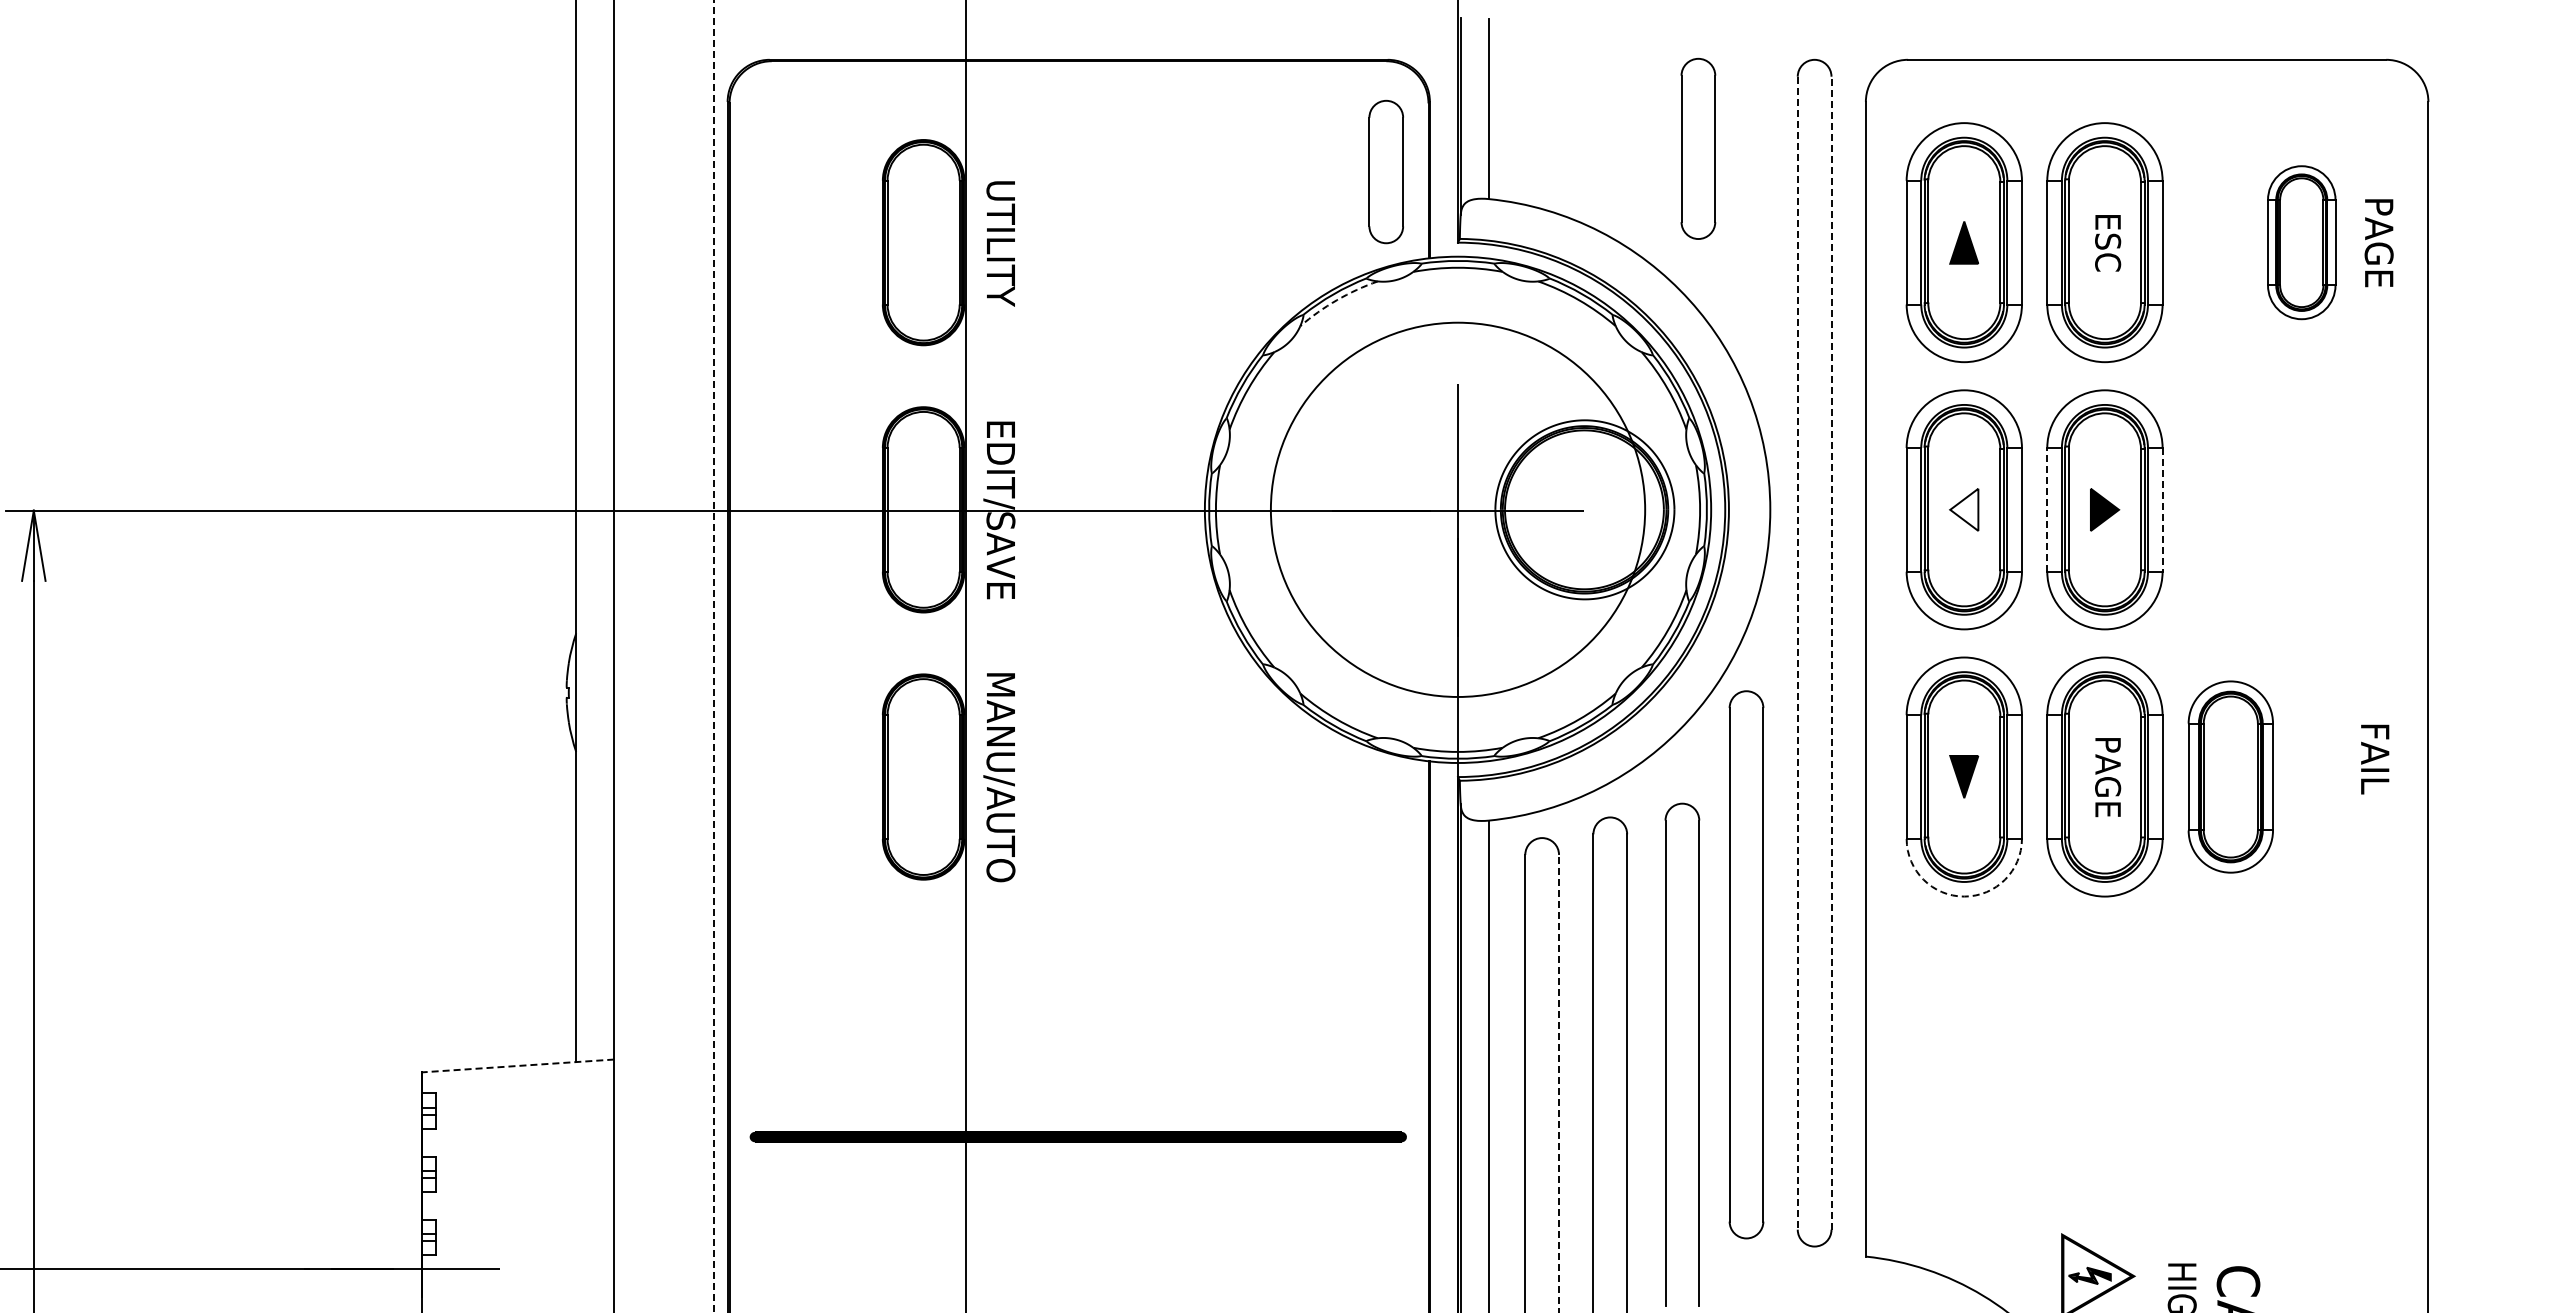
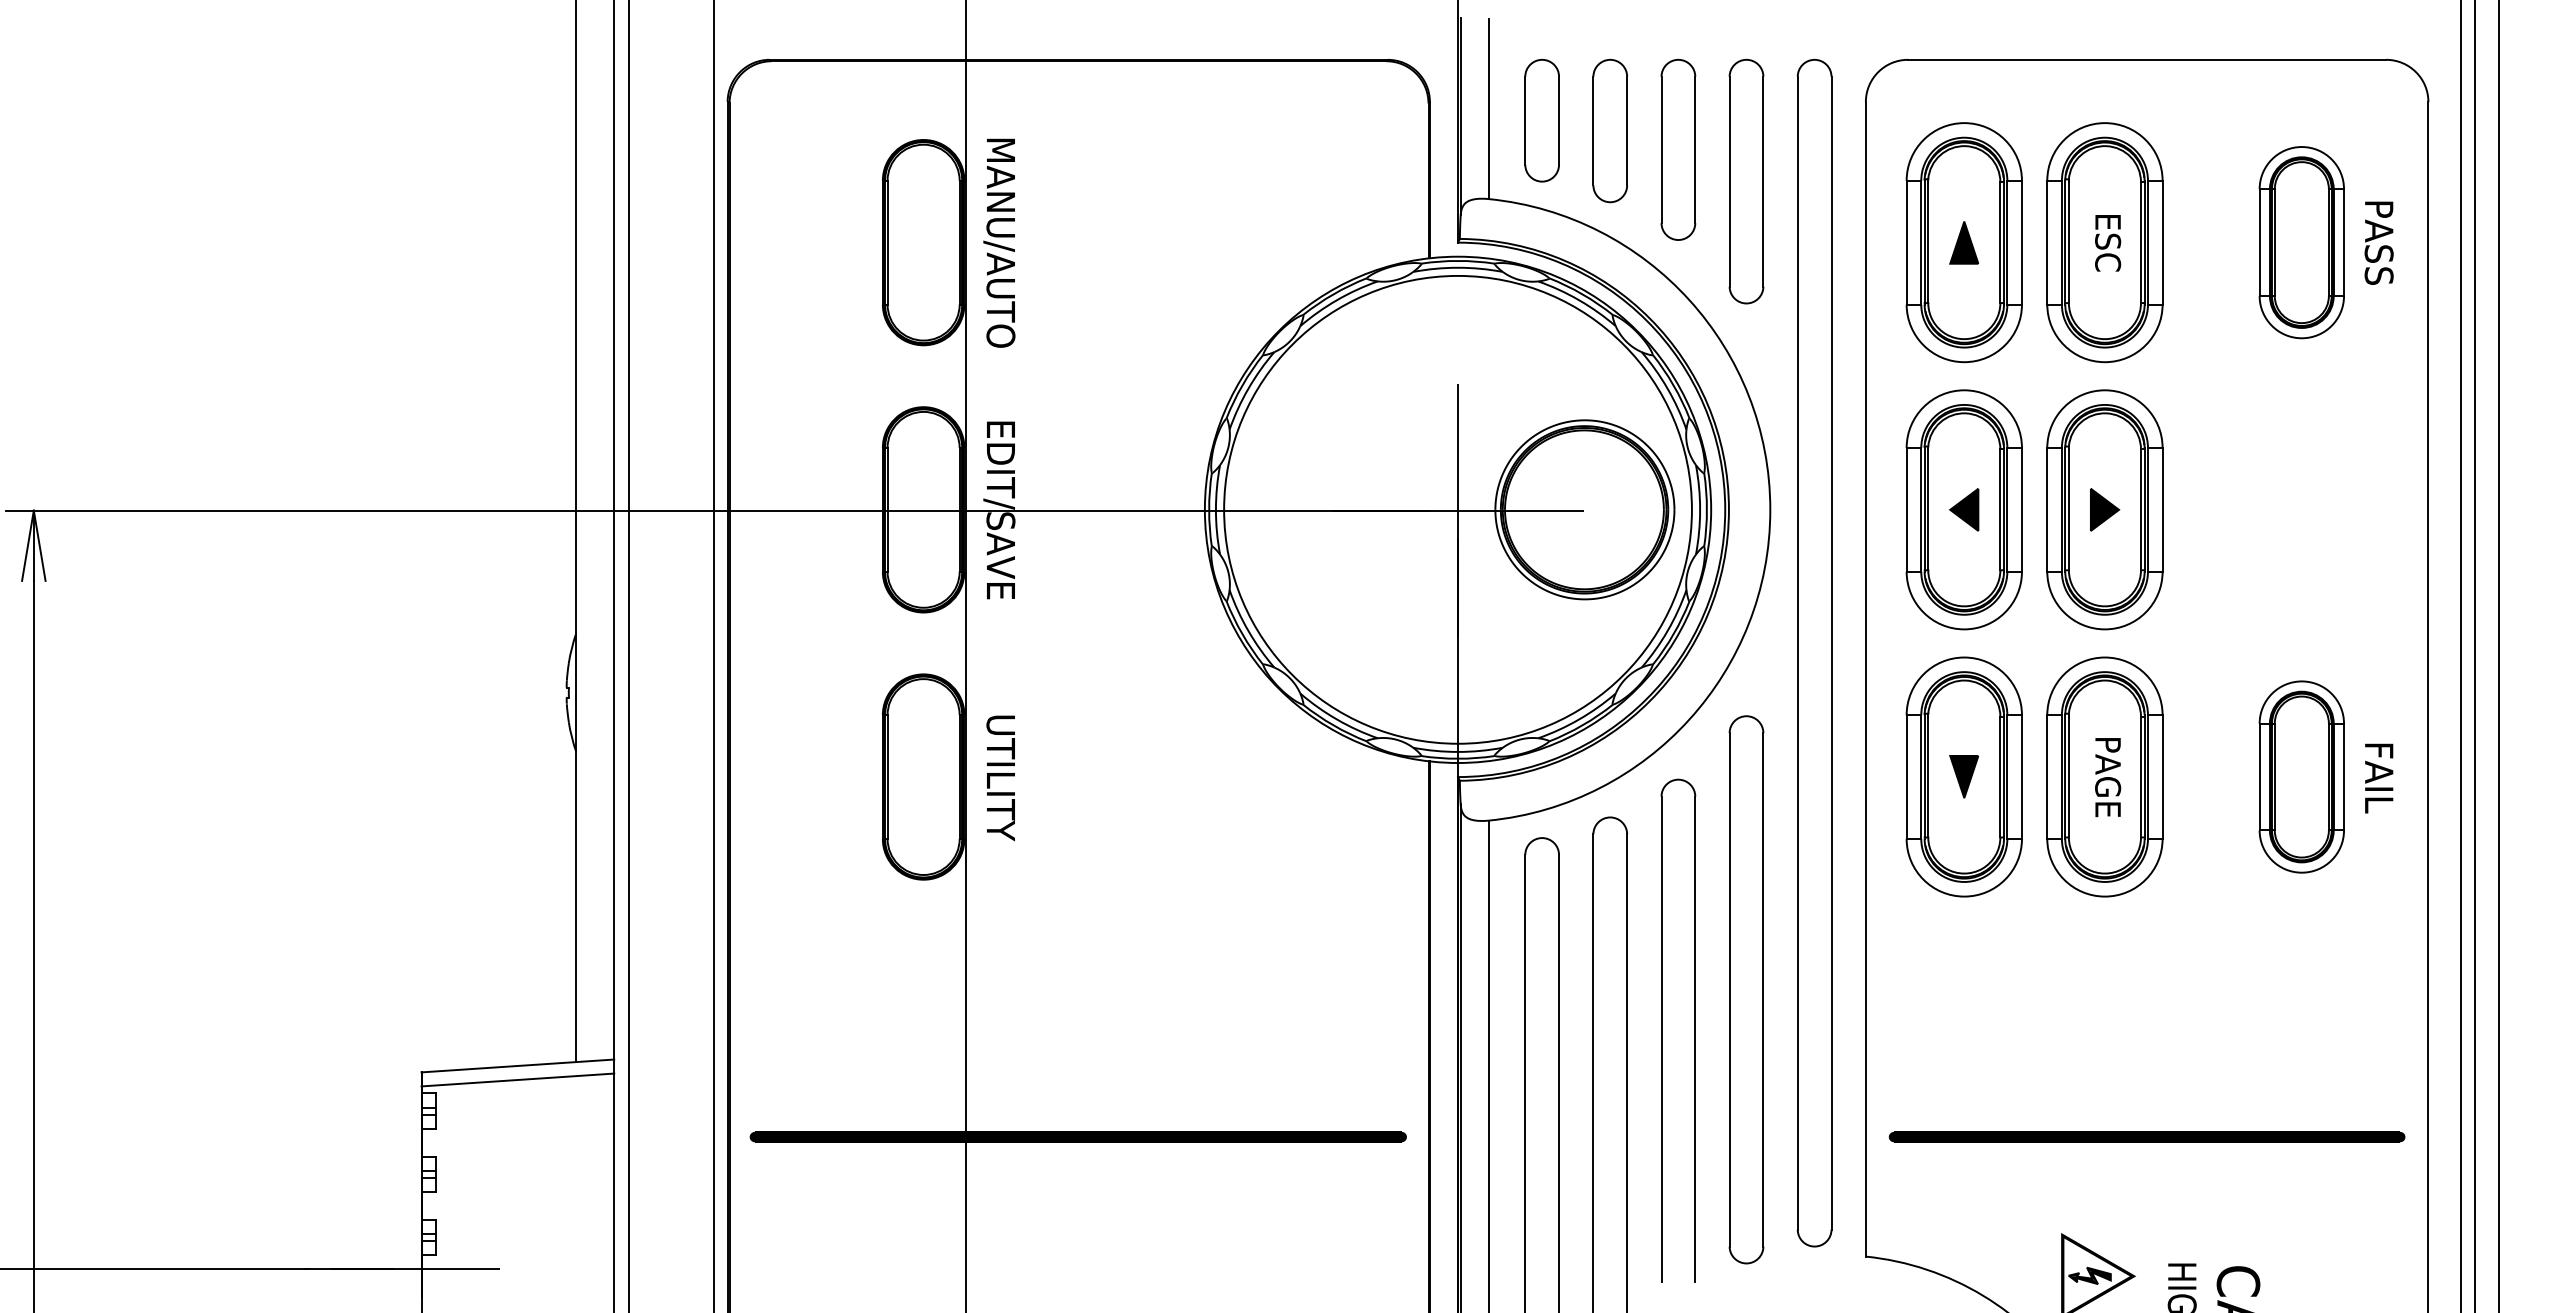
part at (1541, 120): none -> present
part at (1698, 148) position: (1698, 148) -> (1678, 149)
part at (1385, 171) position: (1385, 171) -> (1609, 130)
part at (1746, 181): none -> present
text at (999, 242): UTILITY -> MANU/AUTO
part at (2301, 242) size: 70x156 px -> 87x194 px
text at (2378, 243): PAGE -> PASS
arc at (1336, 300): dashed -> solid
circle at (1457, 509) diameter: 374 px -> 468 px
fill at (1964, 509): none -> present
line at (2047, 509): dashed -> solid
line at (2162, 509): dashed -> solid
line at (1831, 652): dashed -> solid
line at (1797, 653): dashed -> solid
line at (629, 655): none -> present
line at (2461, 655): none -> present
line at (2475, 655): none -> present
line at (2498, 655): none -> present
line at (713, 656): dashed -> solid
text at (2375, 759) position: (2375, 759) -> (2379, 778)
part at (2230, 776) position: (2230, 776) -> (2301, 776)
text at (999, 777): MANU/AUTO -> UTILITY
arc at (1964, 896): dashed -> solid
part at (1746, 964) position: (1746, 964) -> (1746, 989)
part at (1666, 1054) position: (1666, 1054) -> (1662, 1030)
line at (517, 1065): dashed -> solid
line at (517, 1079): none -> present
line at (1559, 1083): dashed -> solid
part at (2146, 1136): none -> present
